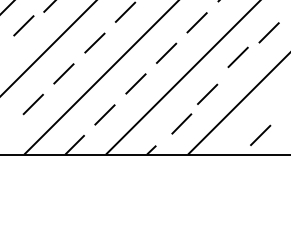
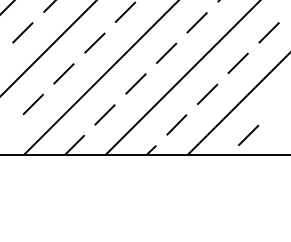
line at (23, 25) position: (23, 25) -> (22, 32)
line at (237, 57) position: (237, 57) -> (237, 63)
line at (181, 123) position: (181, 123) -> (176, 124)
line at (260, 134) position: (260, 134) -> (248, 134)
